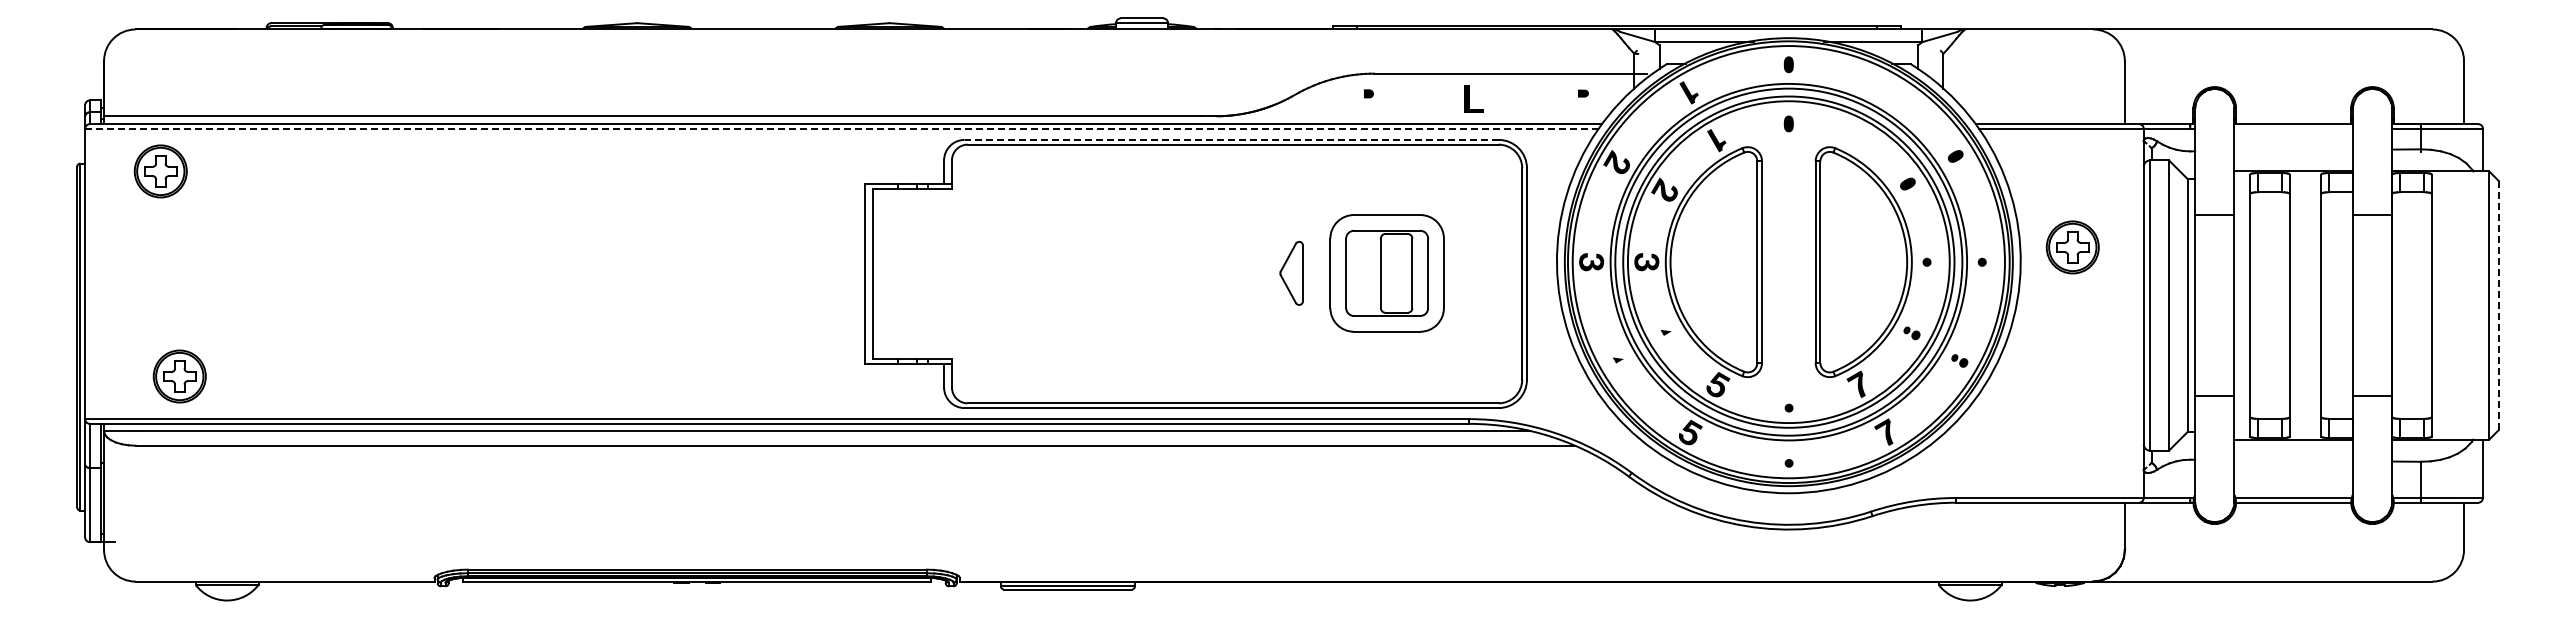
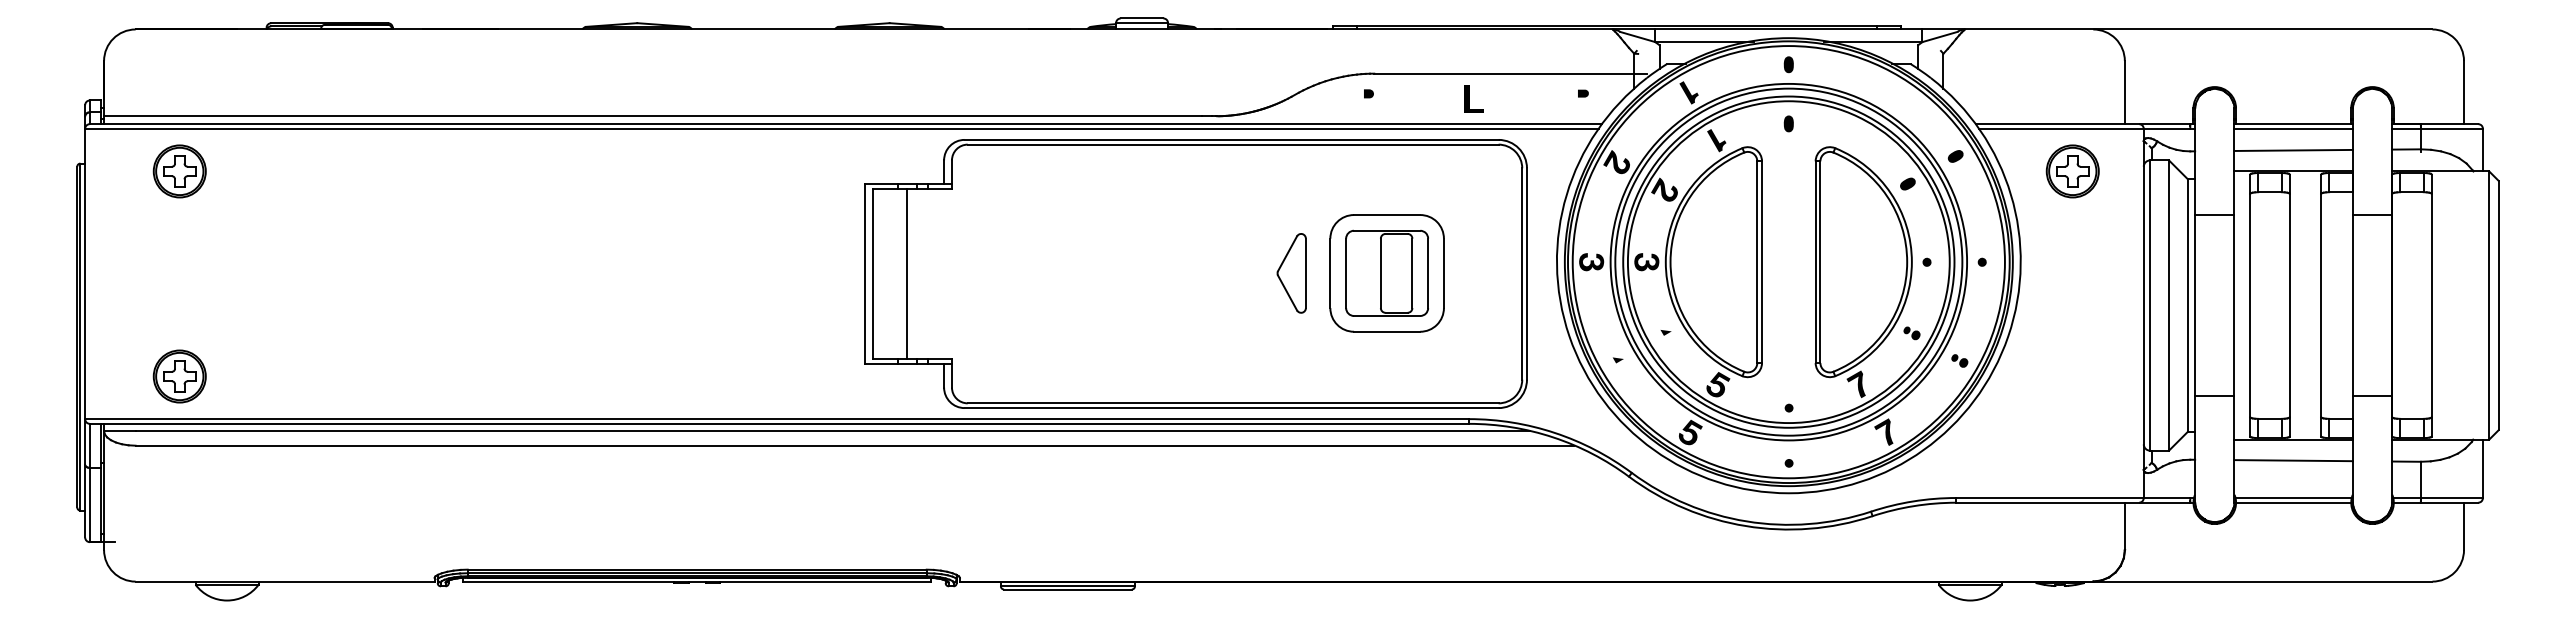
line at (841, 128): dashed -> solid
line at (2293, 128): none -> present
line at (1231, 139): dashed -> solid
line at (2293, 149): none -> present
part at (160, 171) position: (160, 171) -> (179, 171)
part at (2072, 247) position: (2072, 247) -> (2072, 171)
line at (907, 273): none -> present
part at (1291, 273) size: 25x65 px -> 31x81 px
line at (2498, 305): dashed -> solid
line at (2293, 460): none -> present
